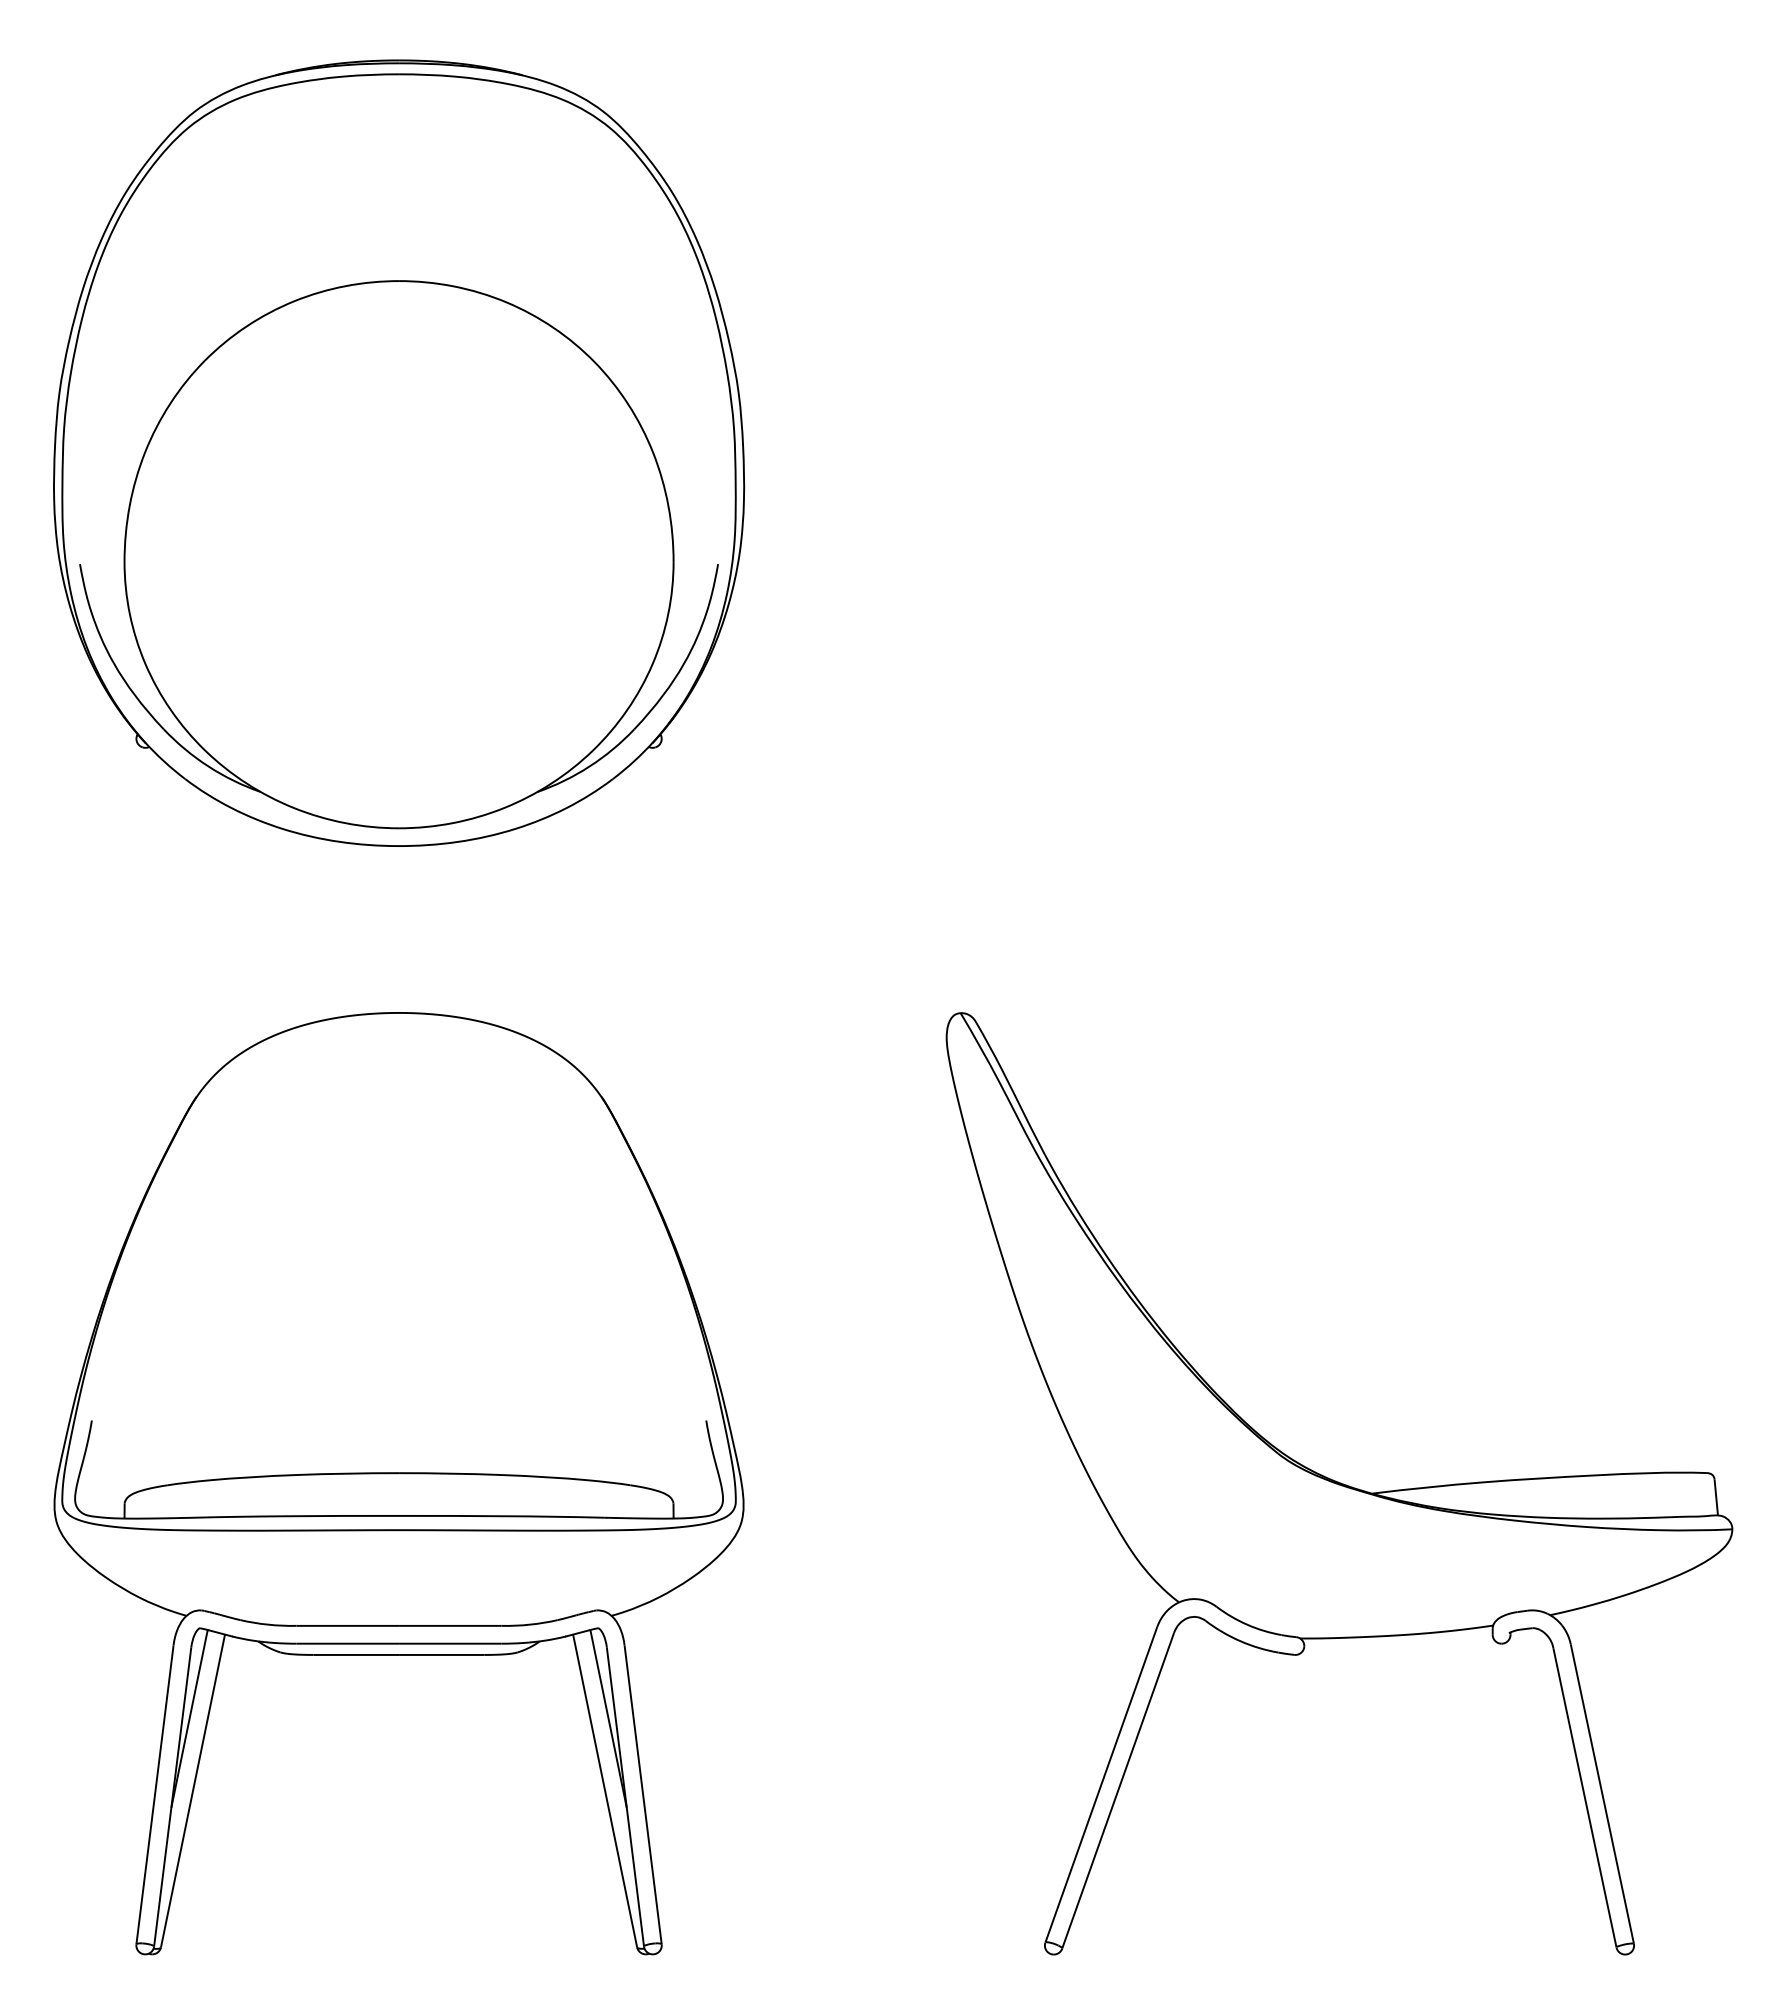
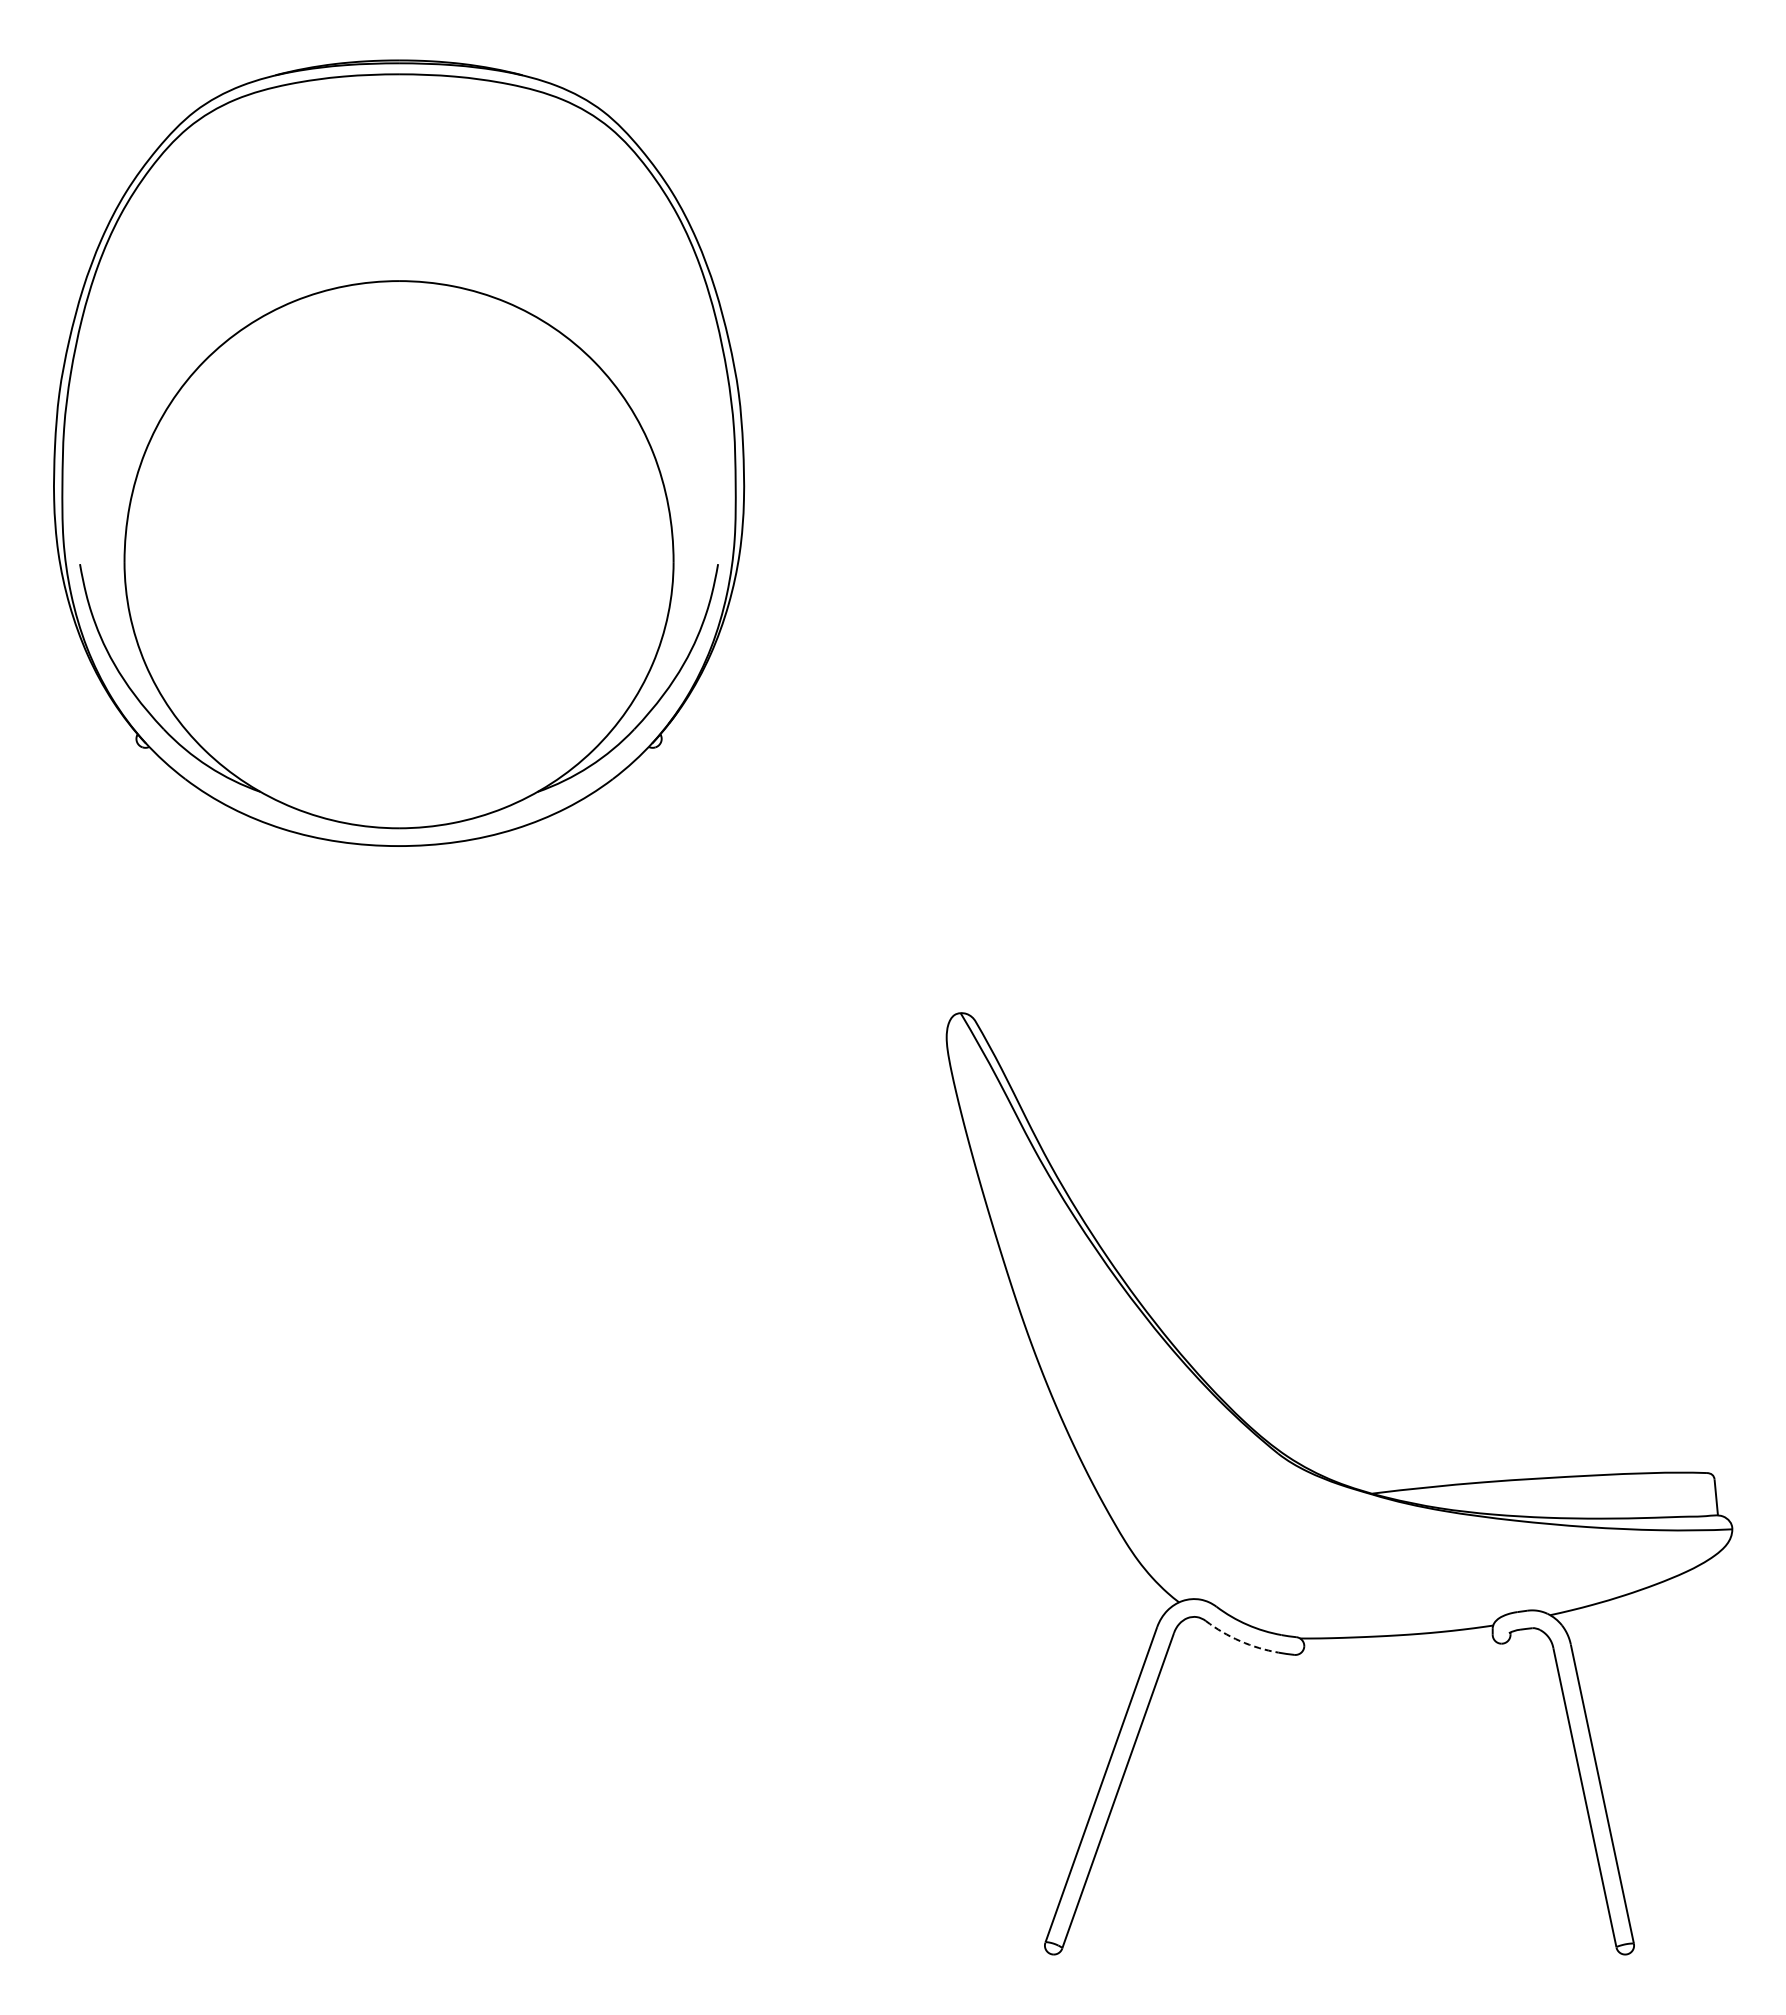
part at (398, 1483): present -> none
arc at (1240, 1641): solid -> dashed
